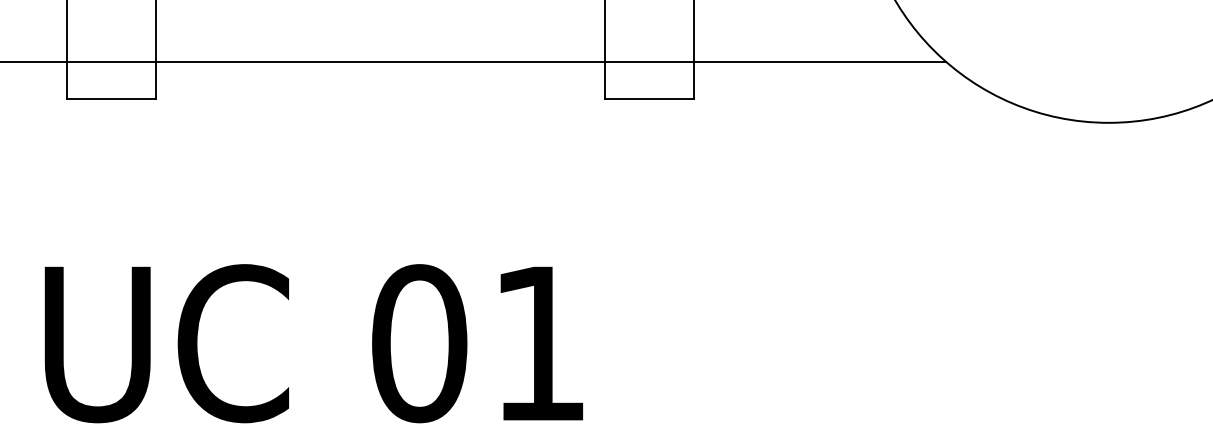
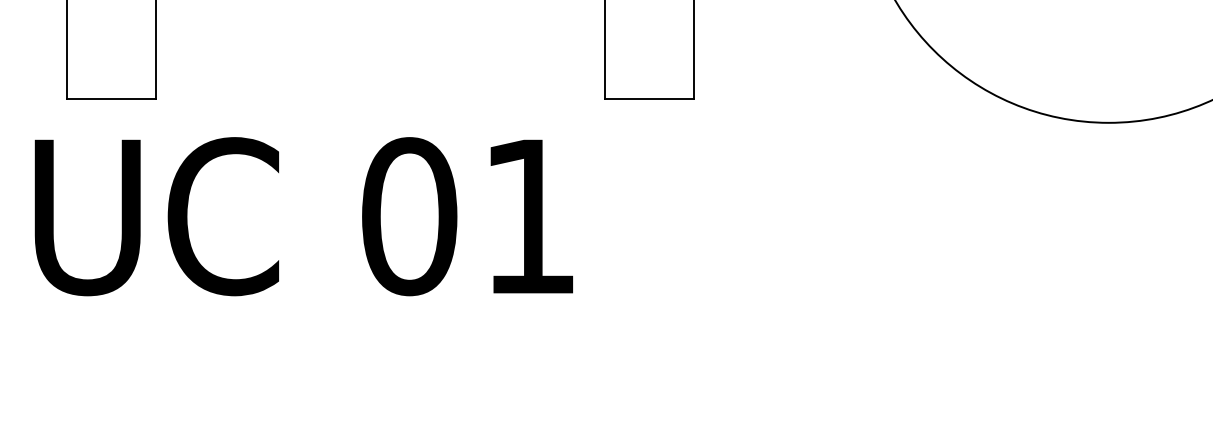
line at (473, 61): present -> none
text at (313, 343) position: (313, 343) -> (303, 216)
